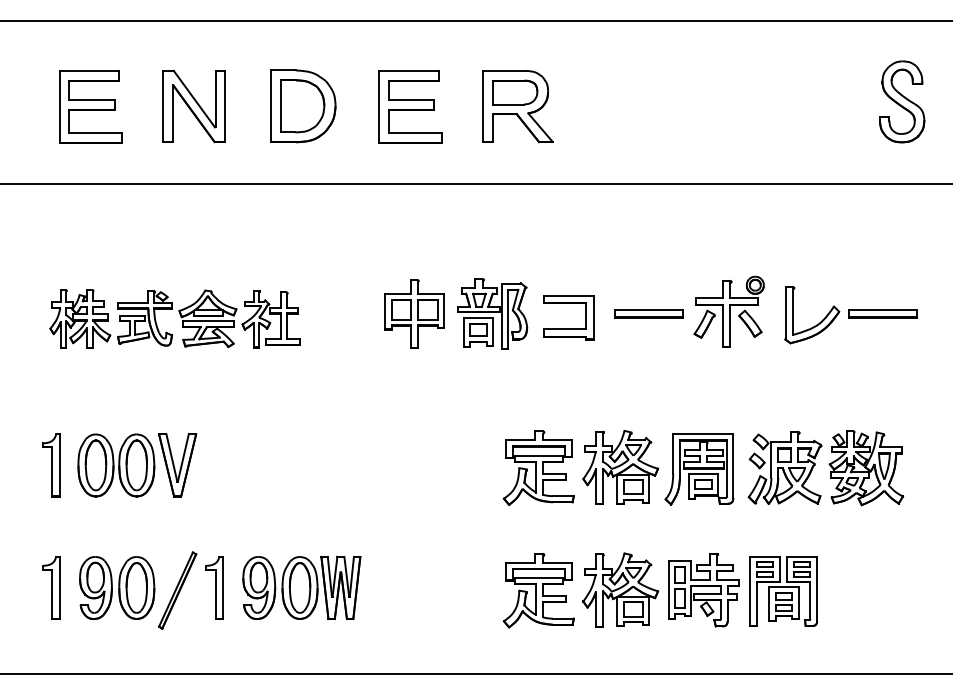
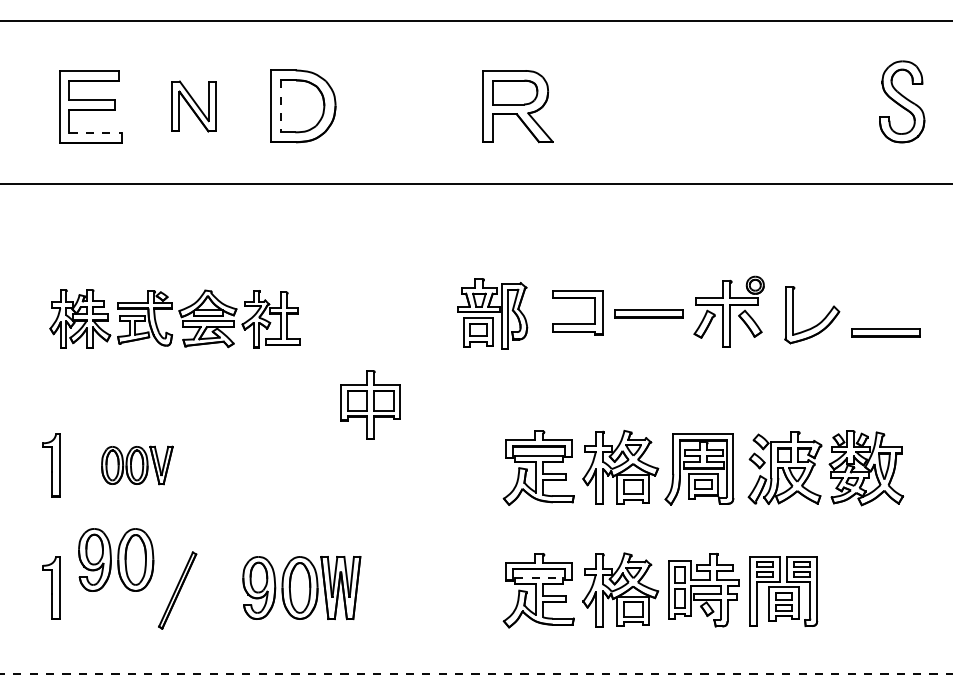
part at (193, 106) size: 64x75 px -> 46x53 px
line at (280, 106): solid -> dashed
part at (410, 106): present -> none
line at (96, 132): solid -> dashed
part at (414, 313) position: (414, 313) -> (370, 404)
part at (882, 313) position: (882, 313) -> (885, 332)
part at (568, 328) position: (568, 328) -> (577, 323)
part at (137, 465) size: 121x65 px -> 73x41 px
line at (539, 578): solid -> dashed
part at (117, 587) position: (117, 587) -> (116, 559)
part at (214, 587): present -> none
line at (476, 674): solid -> dashed
